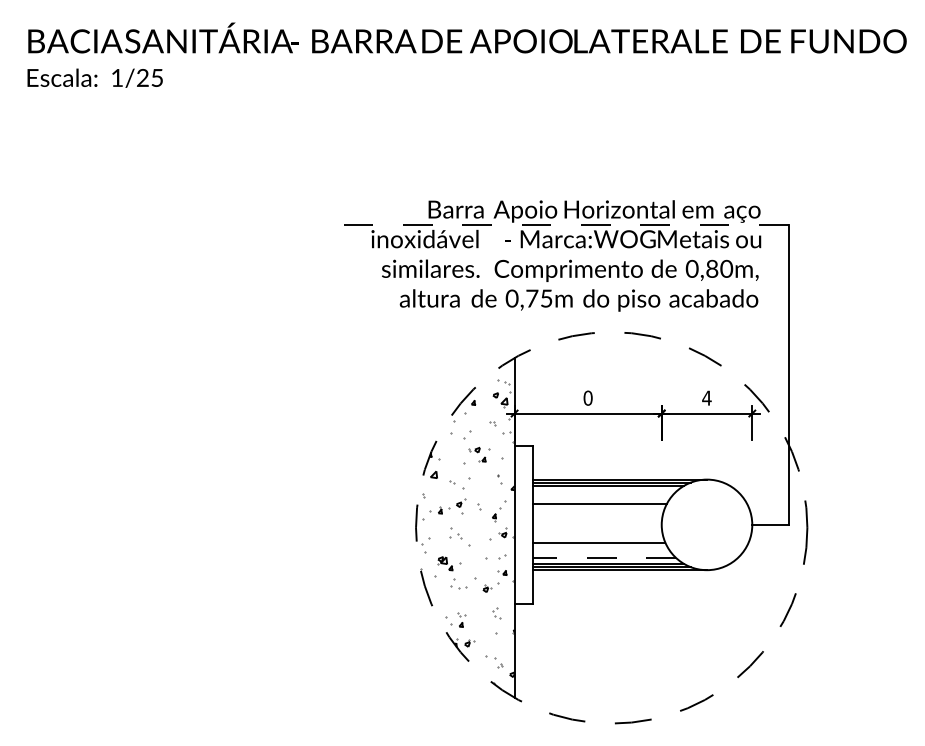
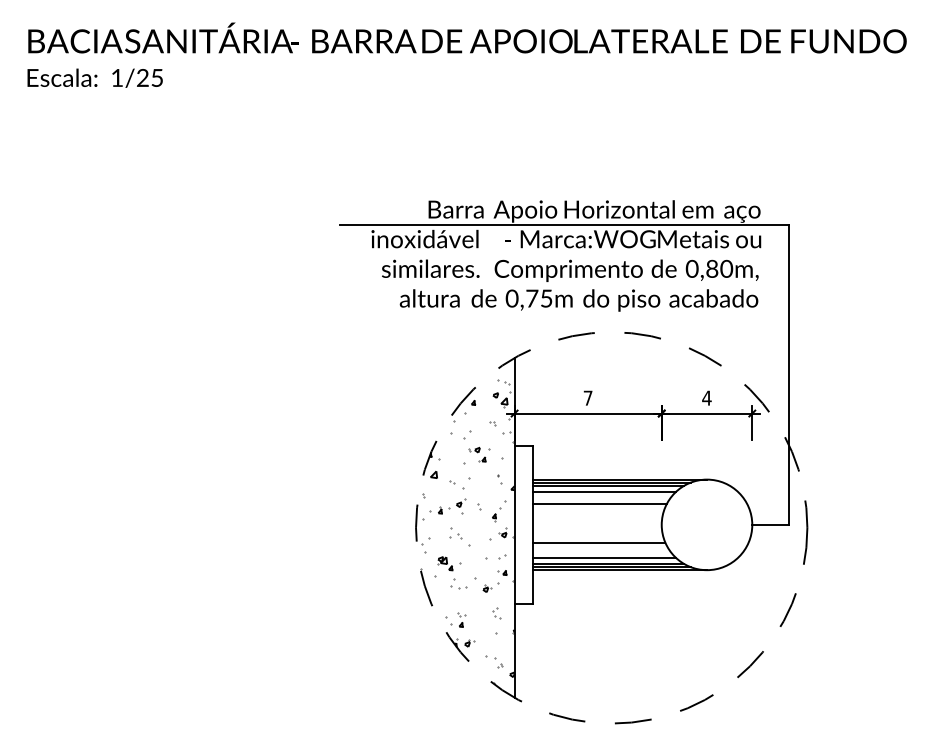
line at (564, 225): dashed -> solid
text at (587, 397): 0 -> 7
line at (604, 491): none -> present
line at (604, 557): dashed -> solid
